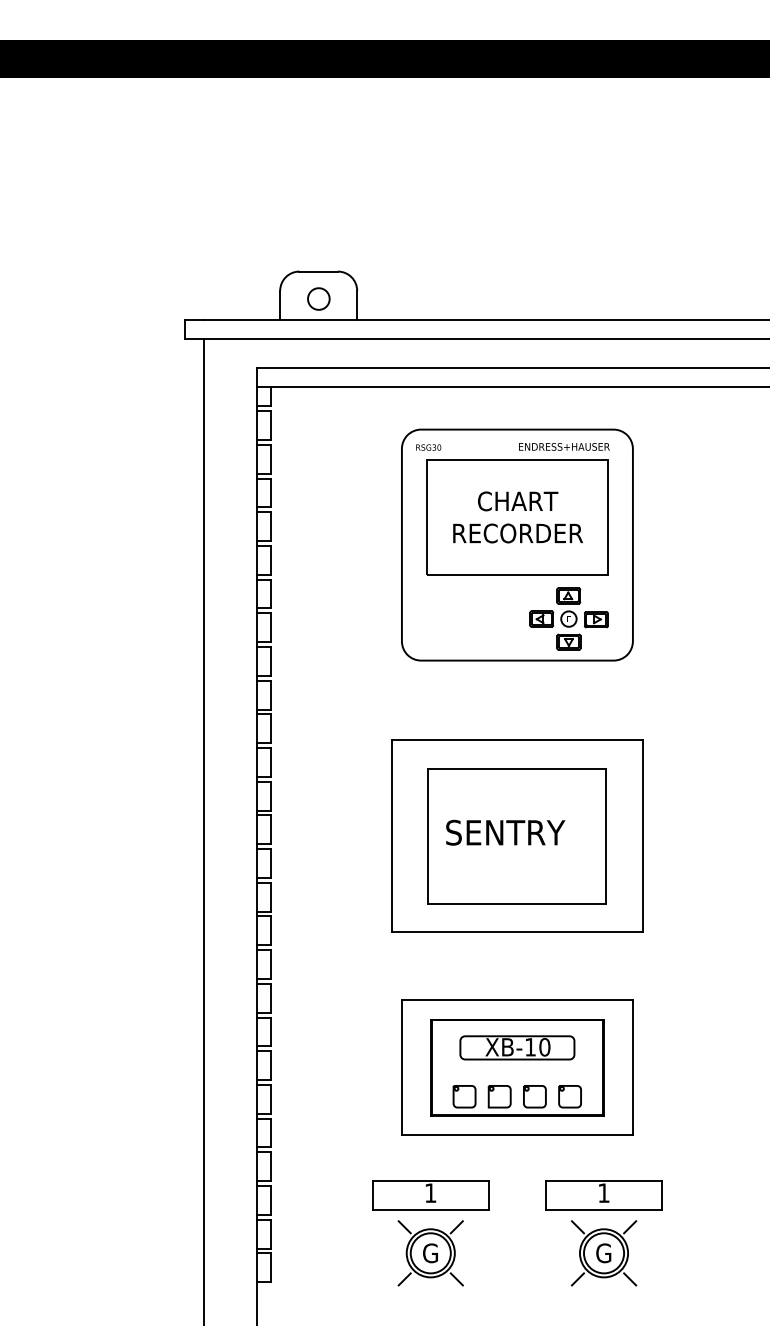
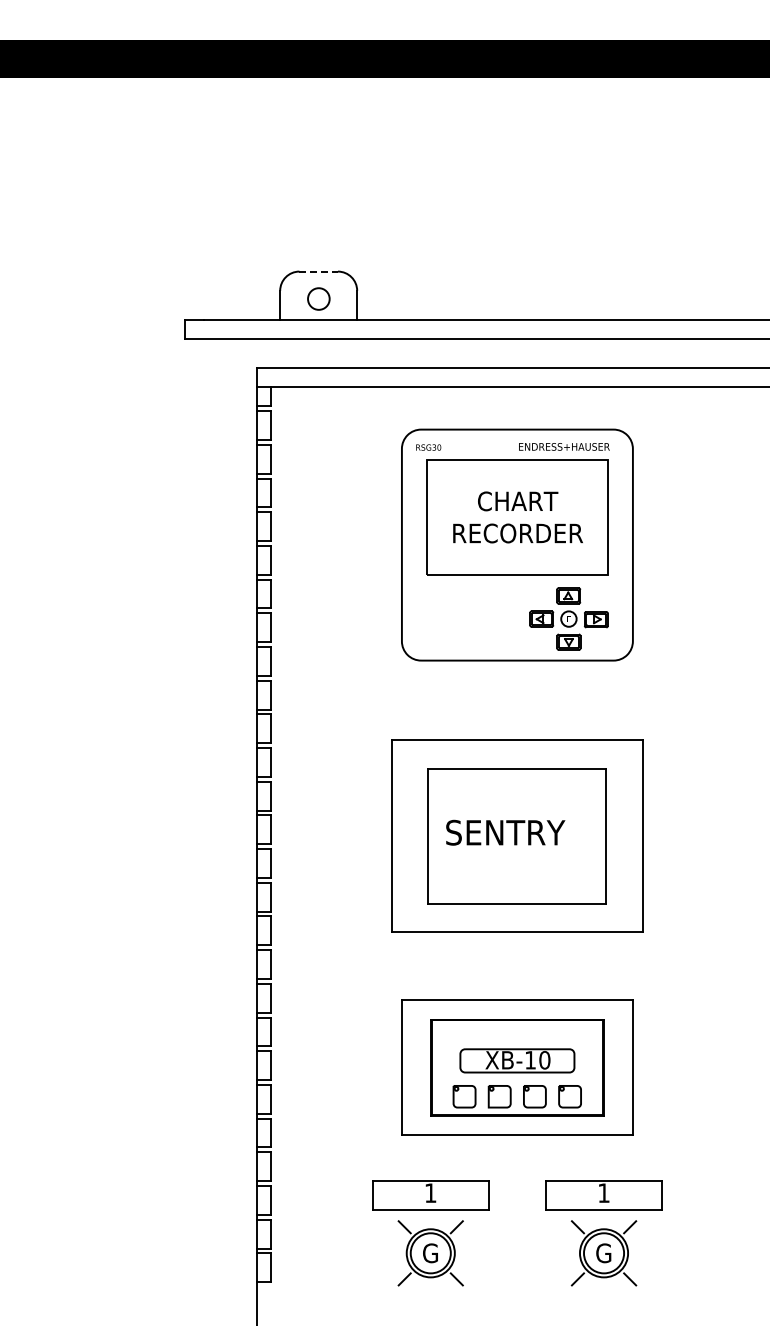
line at (319, 271): solid -> dashed
line at (203, 830): present -> none
part at (517, 1047) position: (517, 1047) -> (517, 1060)
